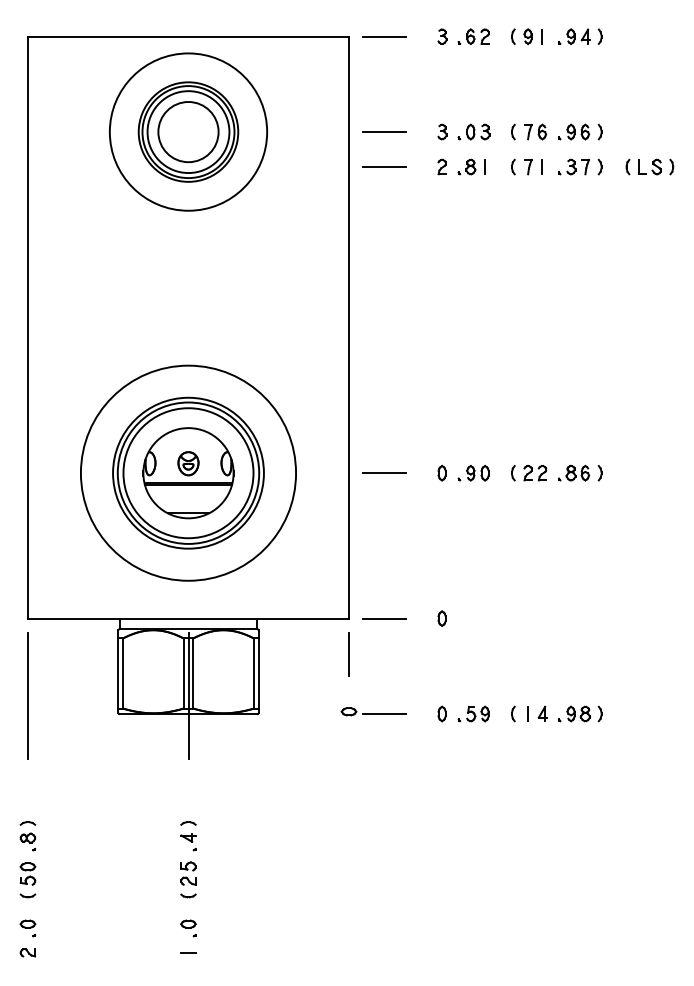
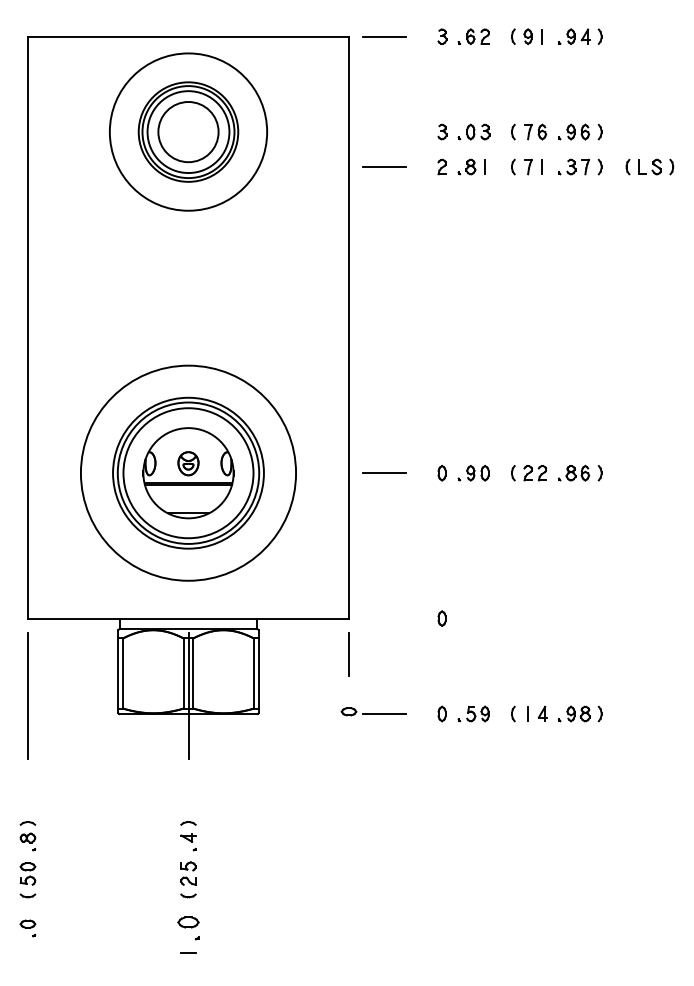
line at (384, 132): present -> none
line at (384, 618): present -> none
part at (188, 928) size: 17x19 px -> 23x25 px
part at (27, 952): present -> none
